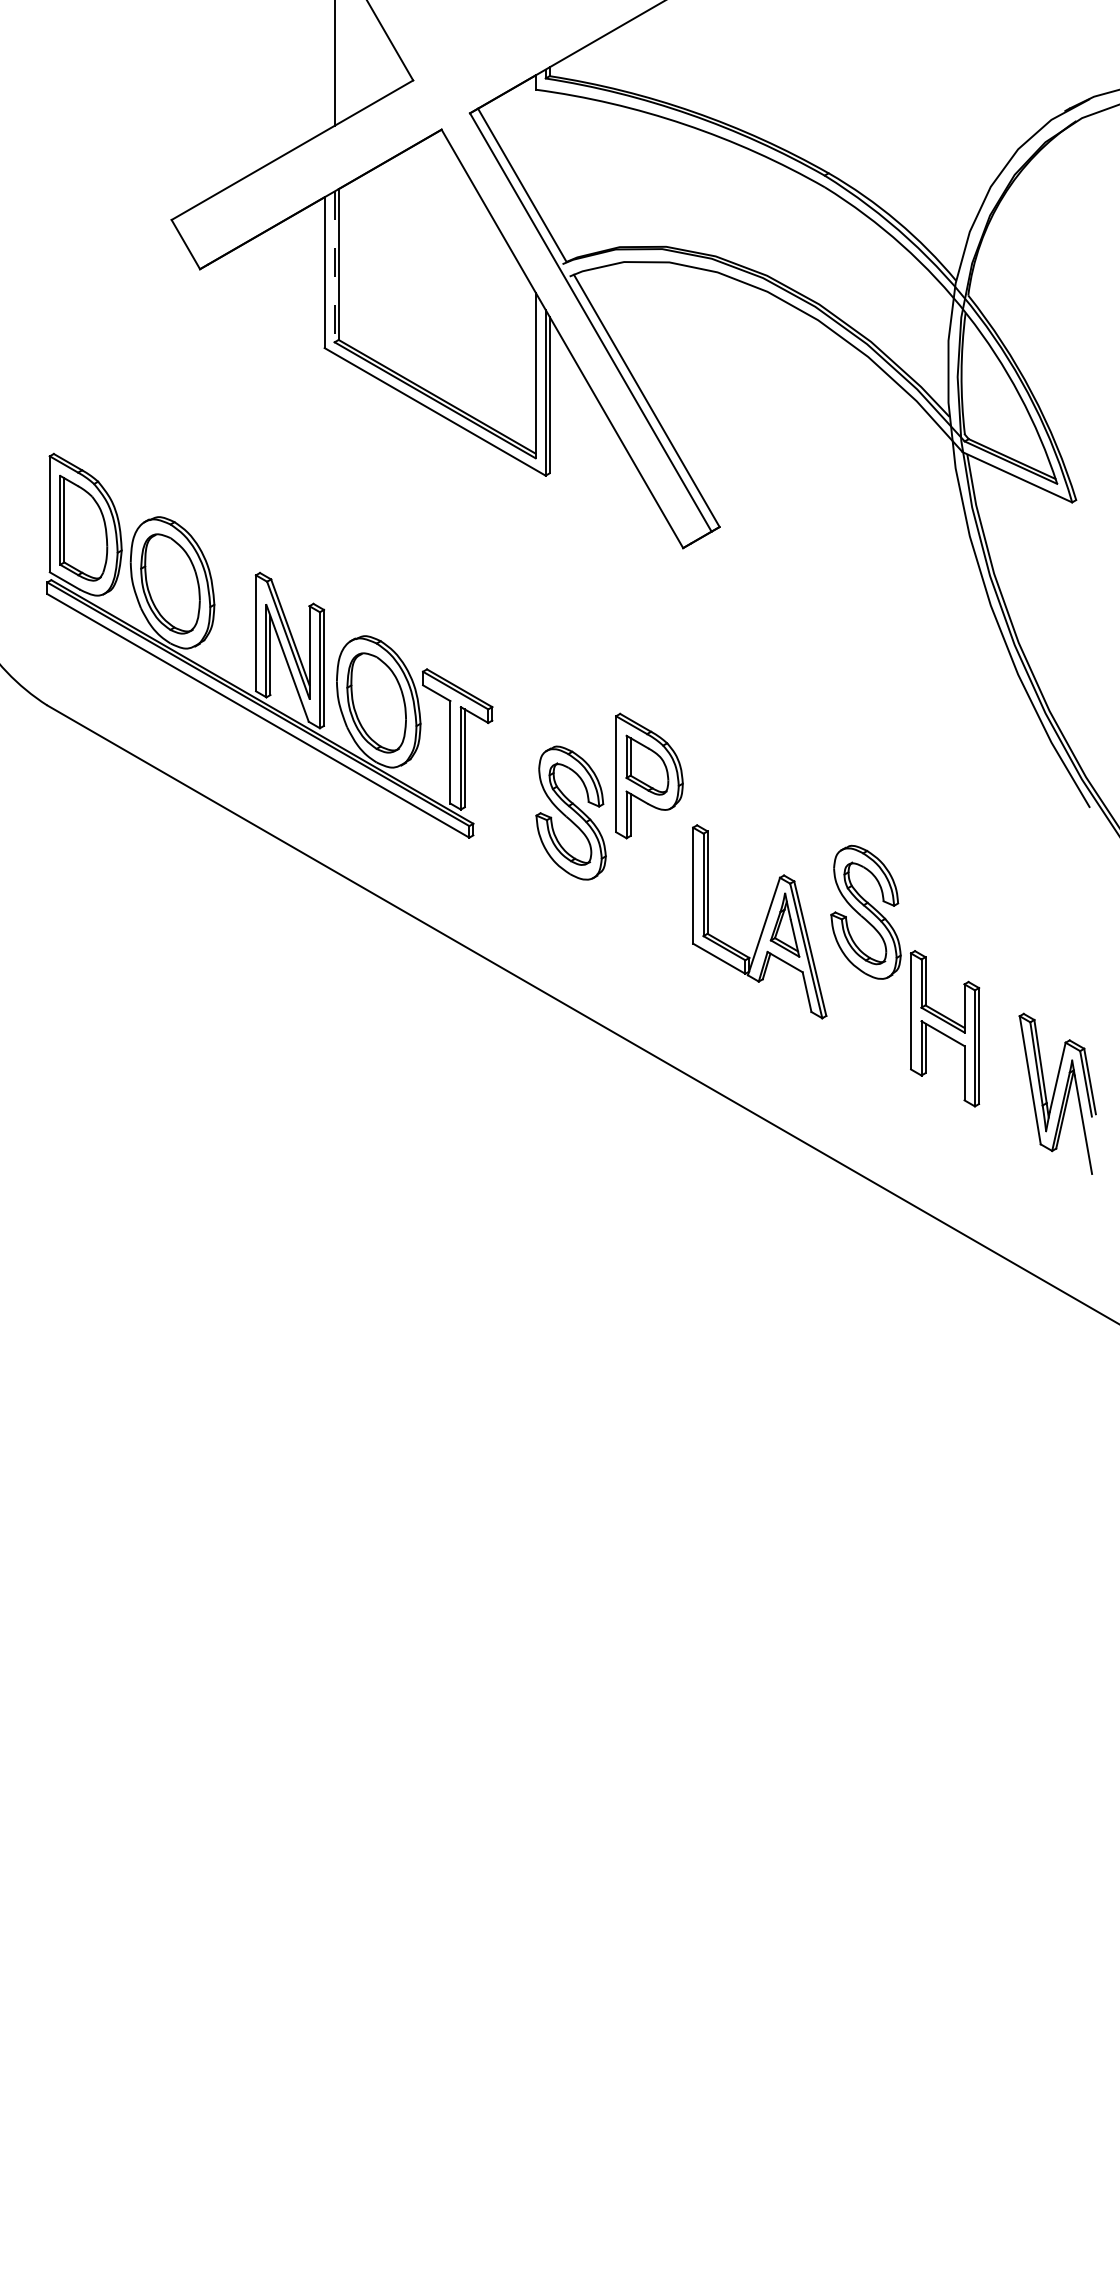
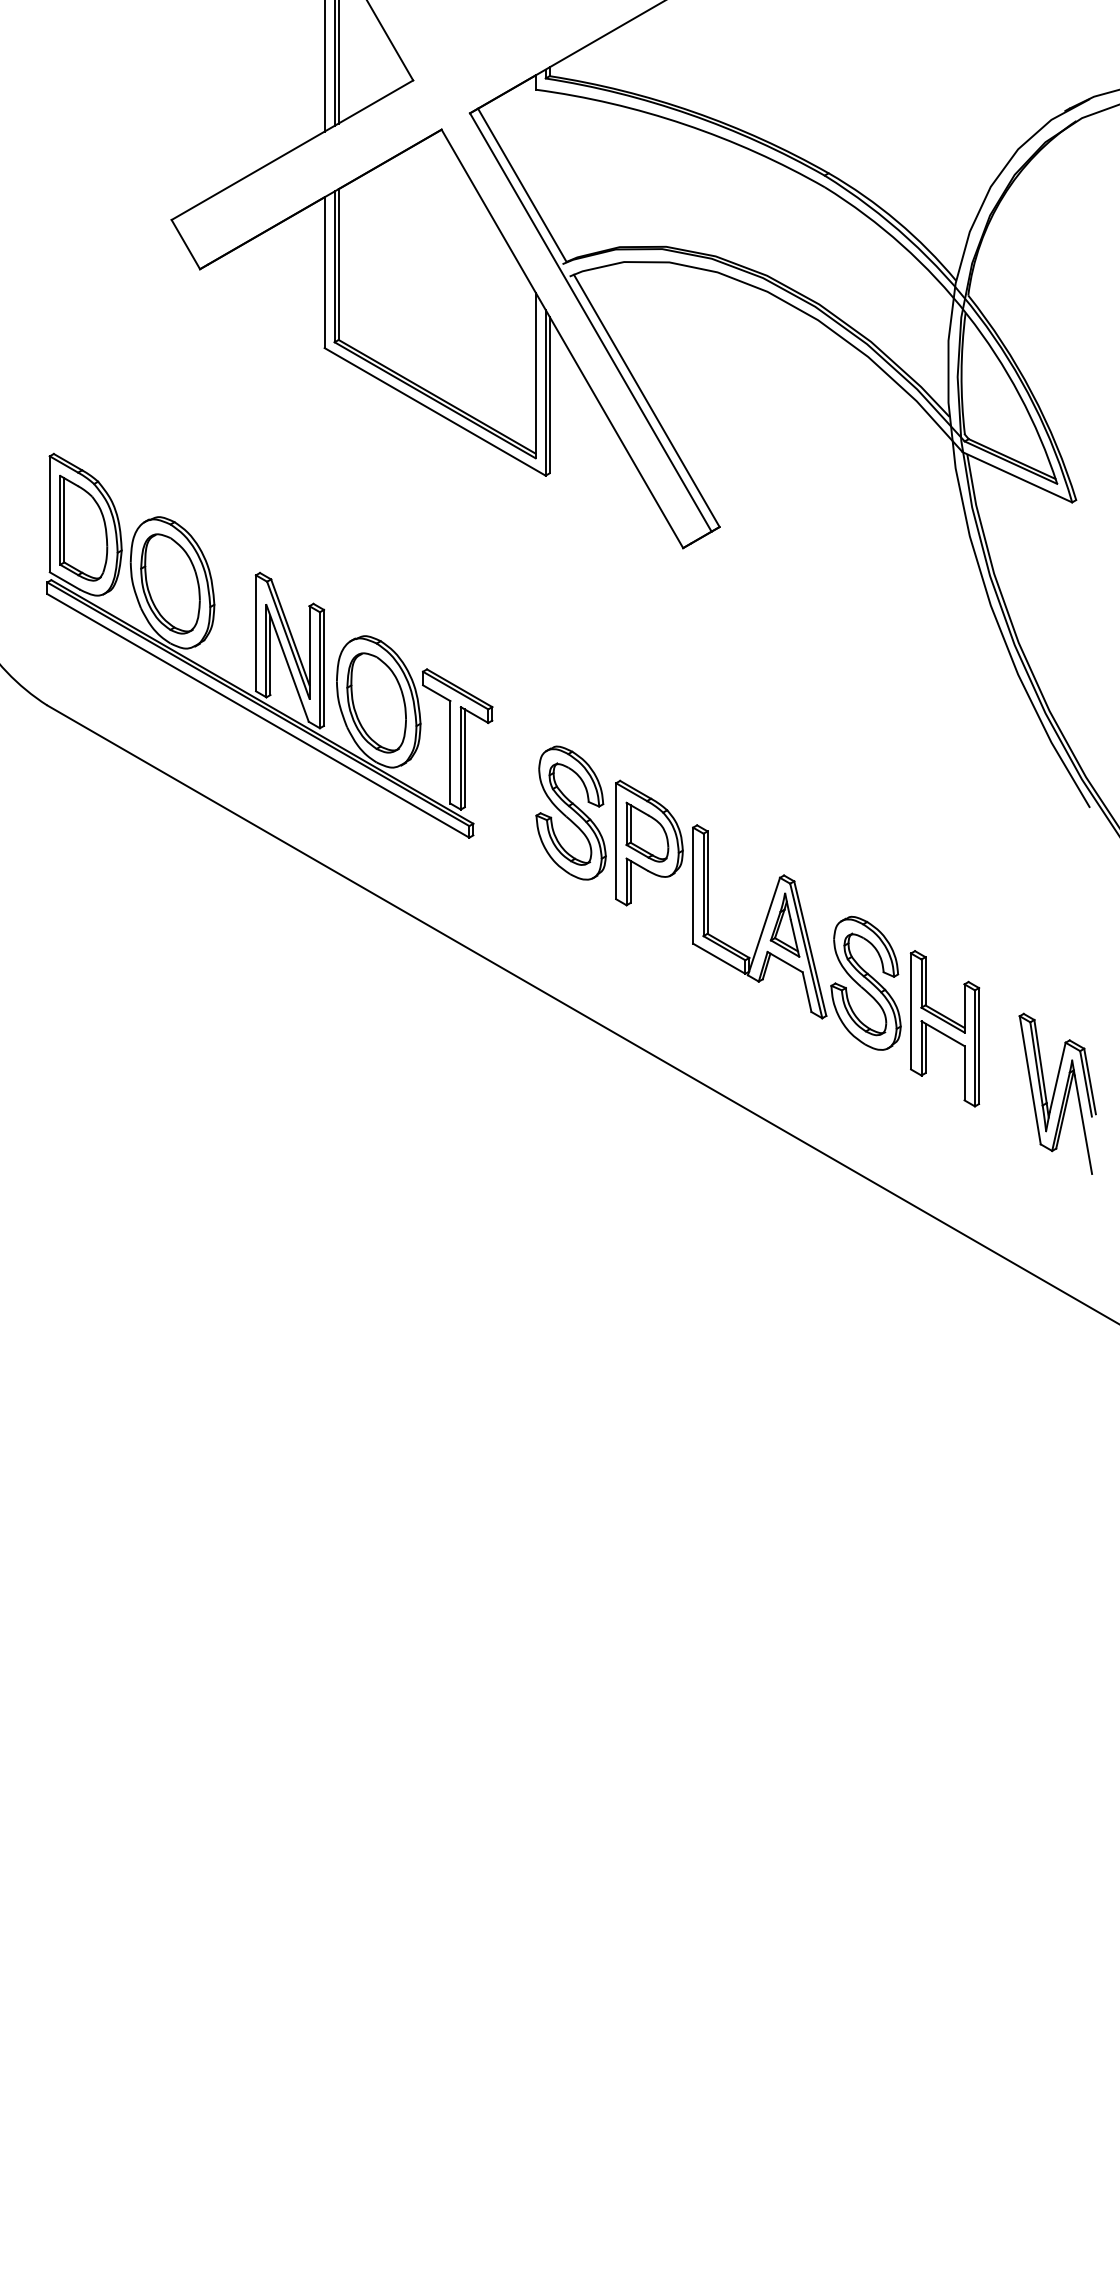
line at (338, 62): none -> present
line at (324, 66): none -> present
line at (334, 267): dashed -> solid
part at (649, 775) position: (649, 775) -> (649, 842)
part at (865, 911) position: (865, 911) -> (865, 982)
